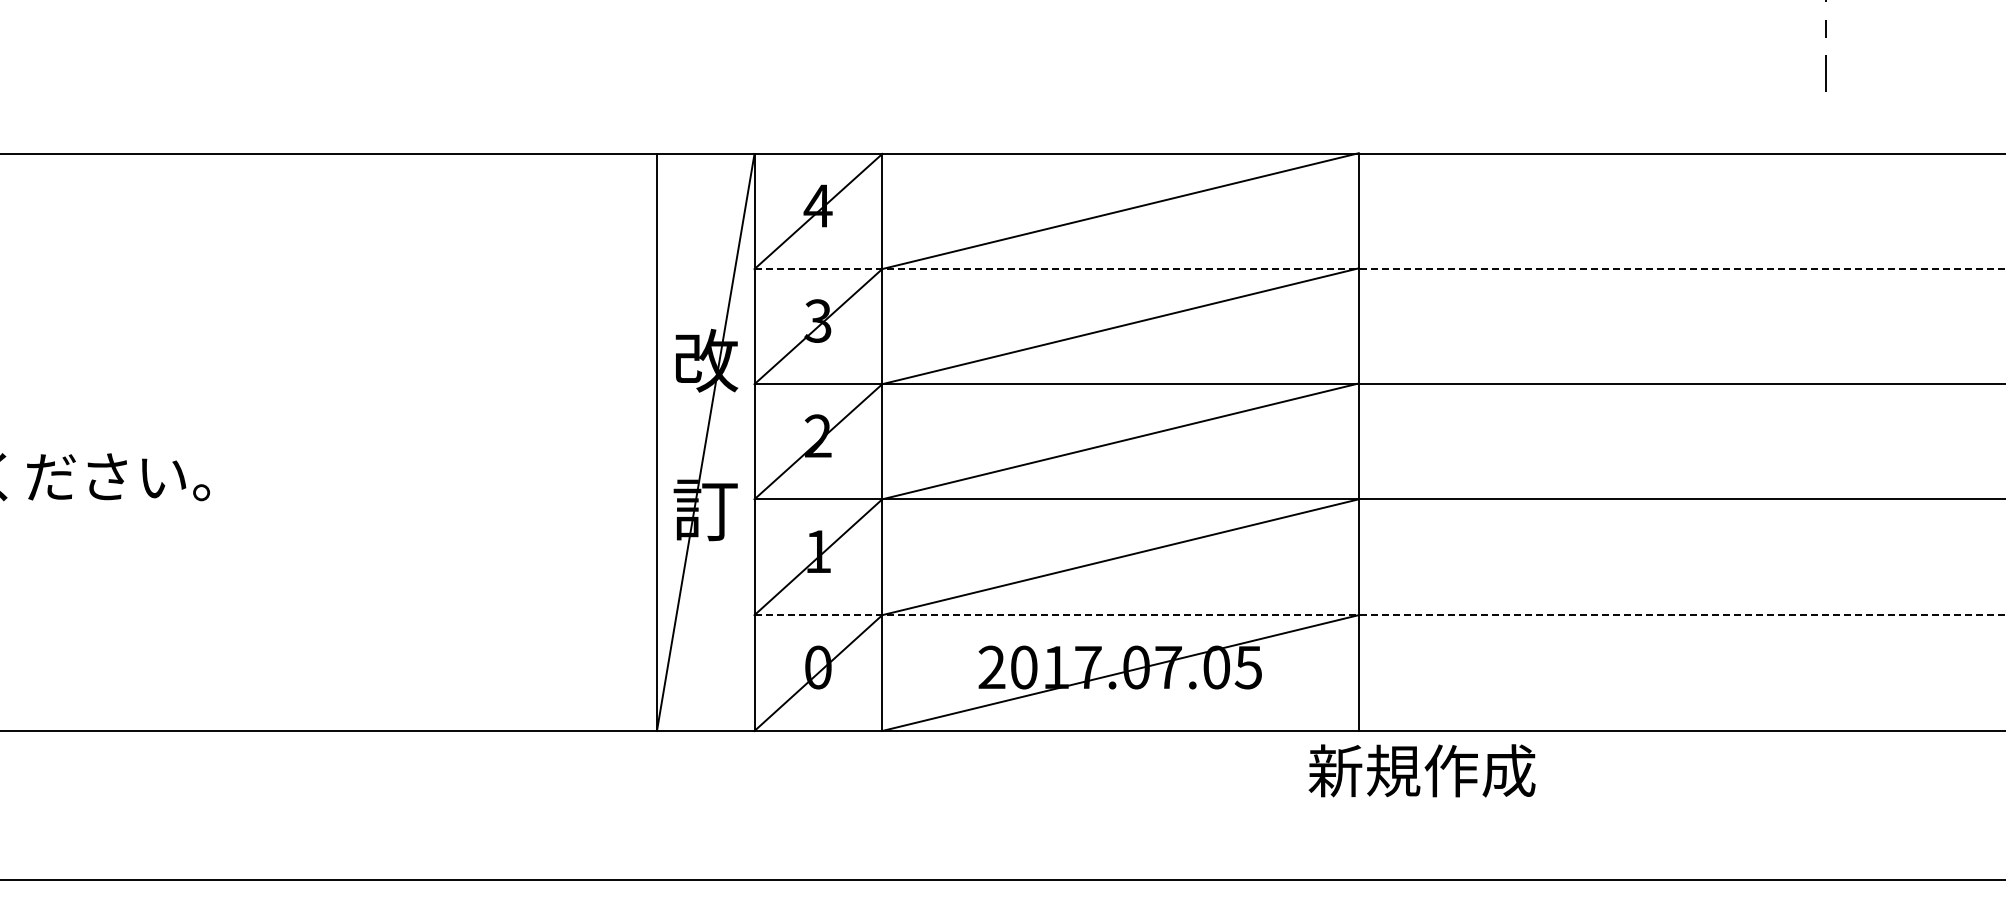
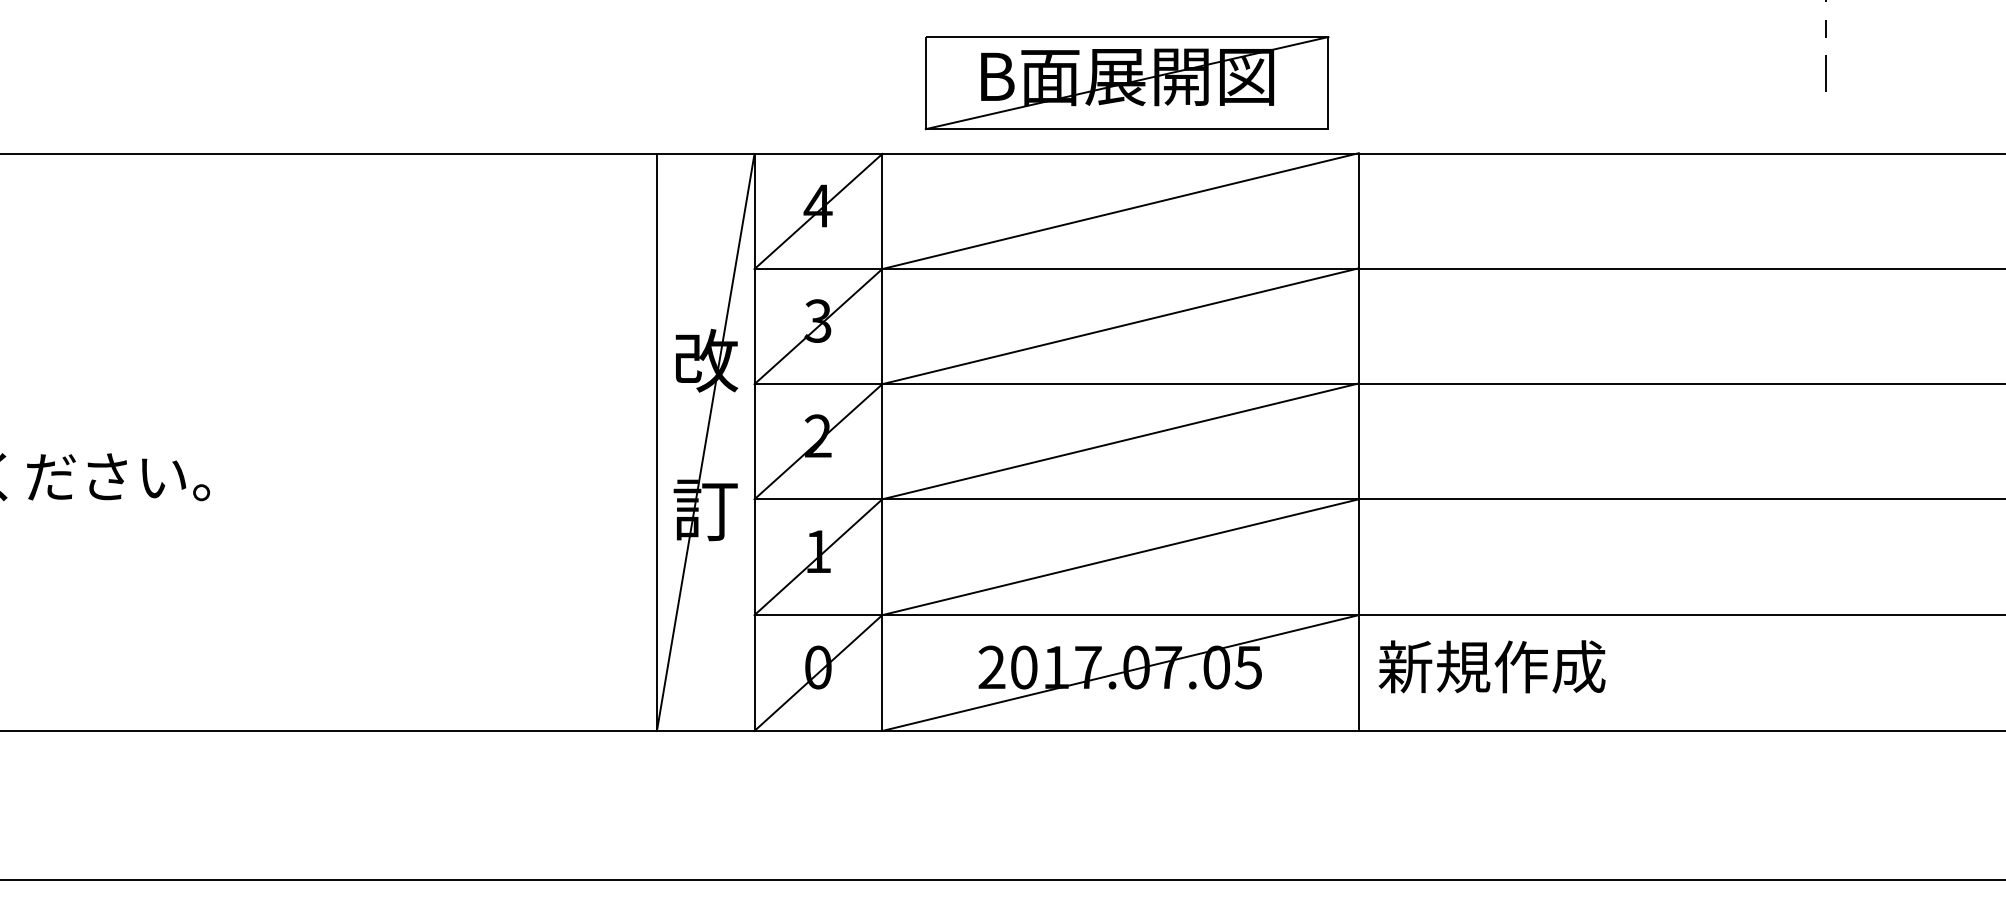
part at (1126, 83): none -> present
line at (1380, 269): dashed -> solid
line at (1380, 615): dashed -> solid
text at (1421, 770) position: (1421, 770) -> (1491, 666)
